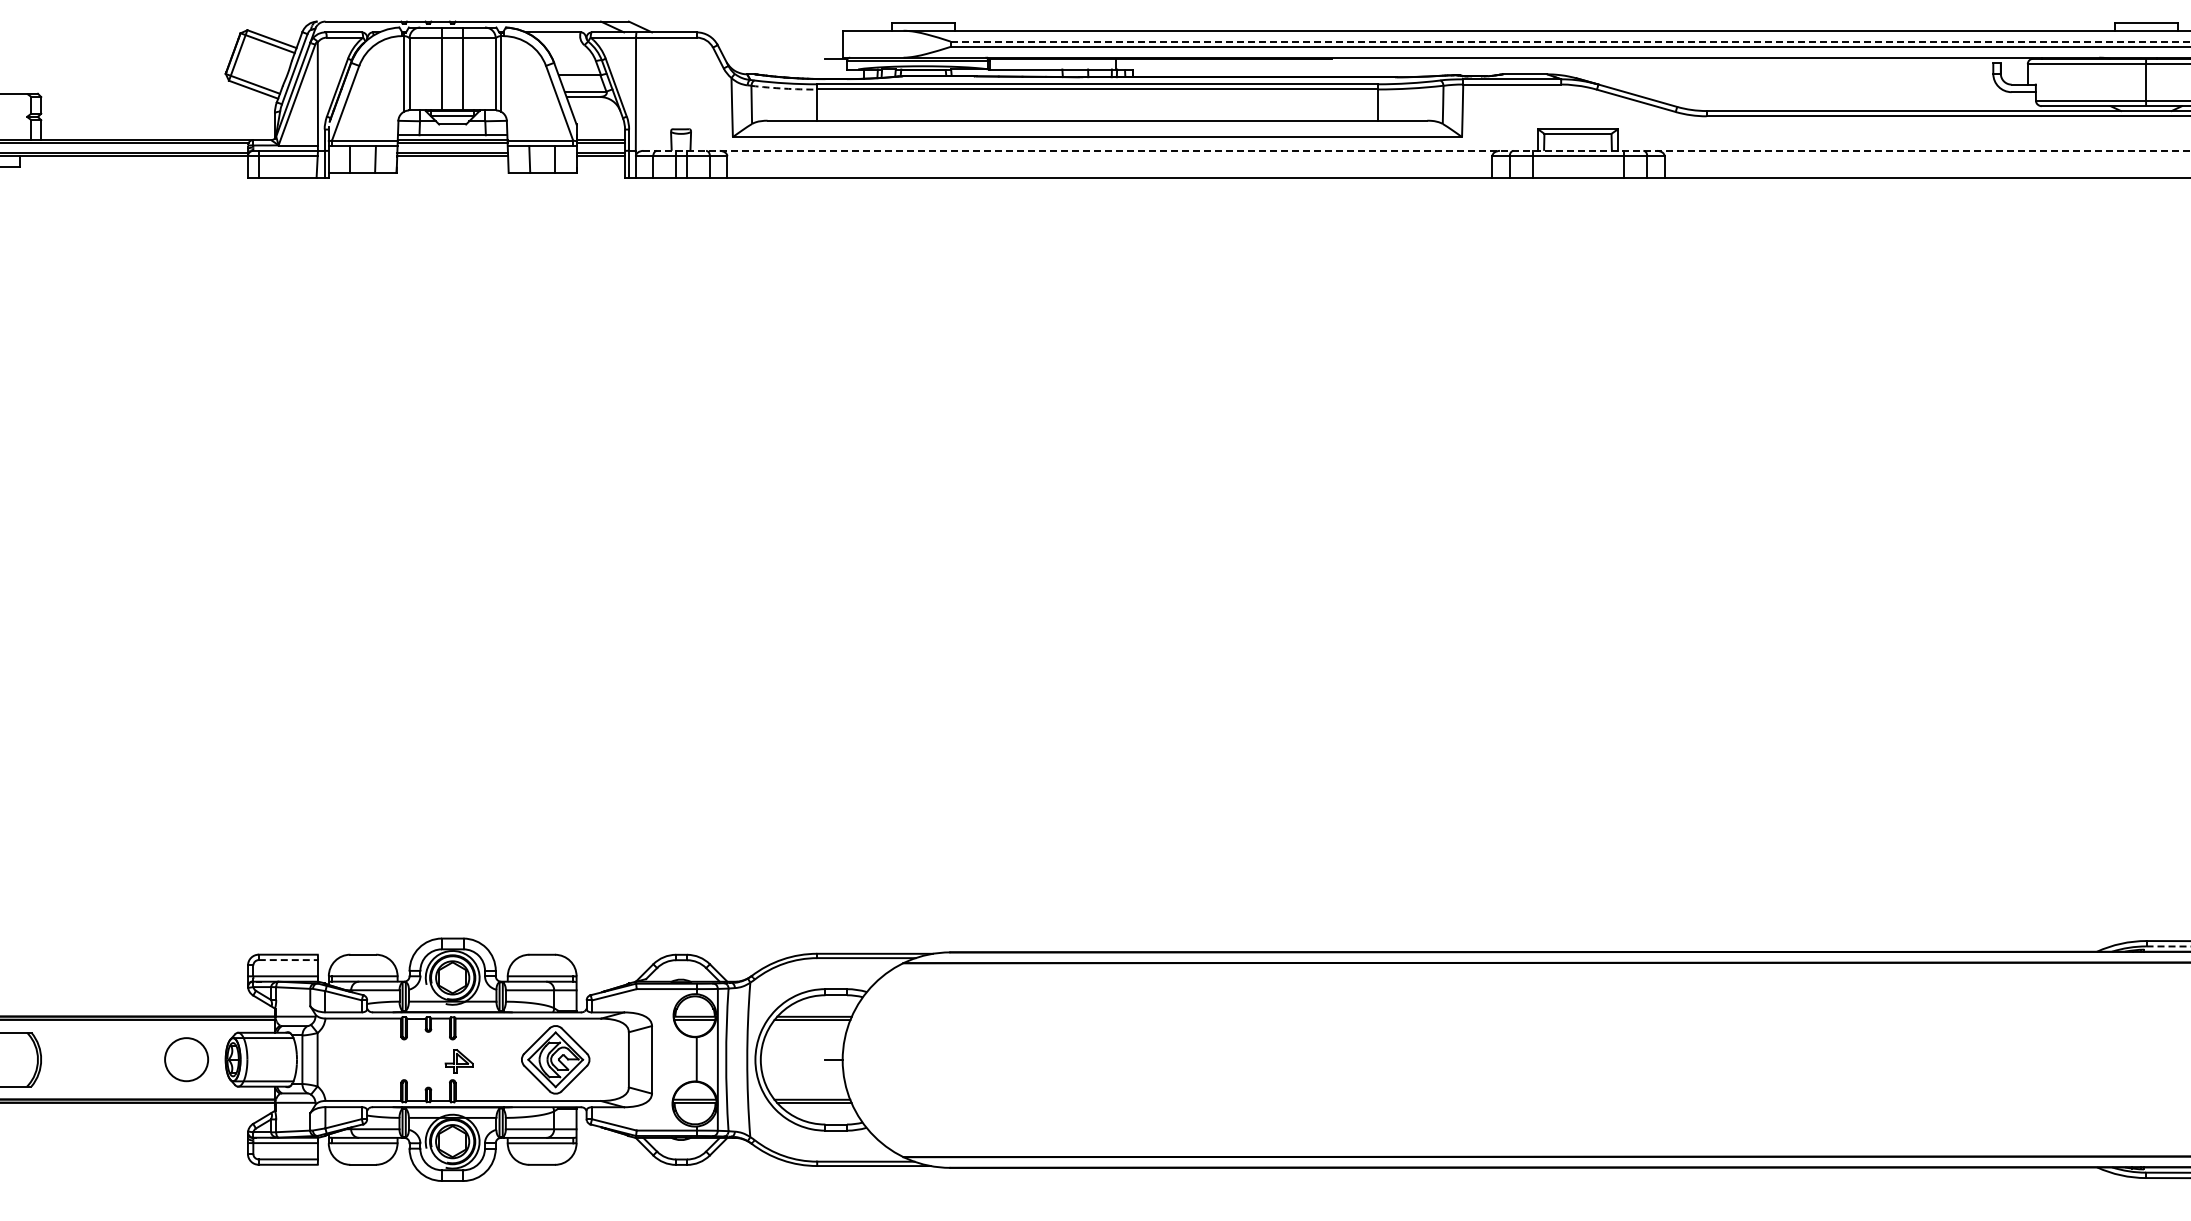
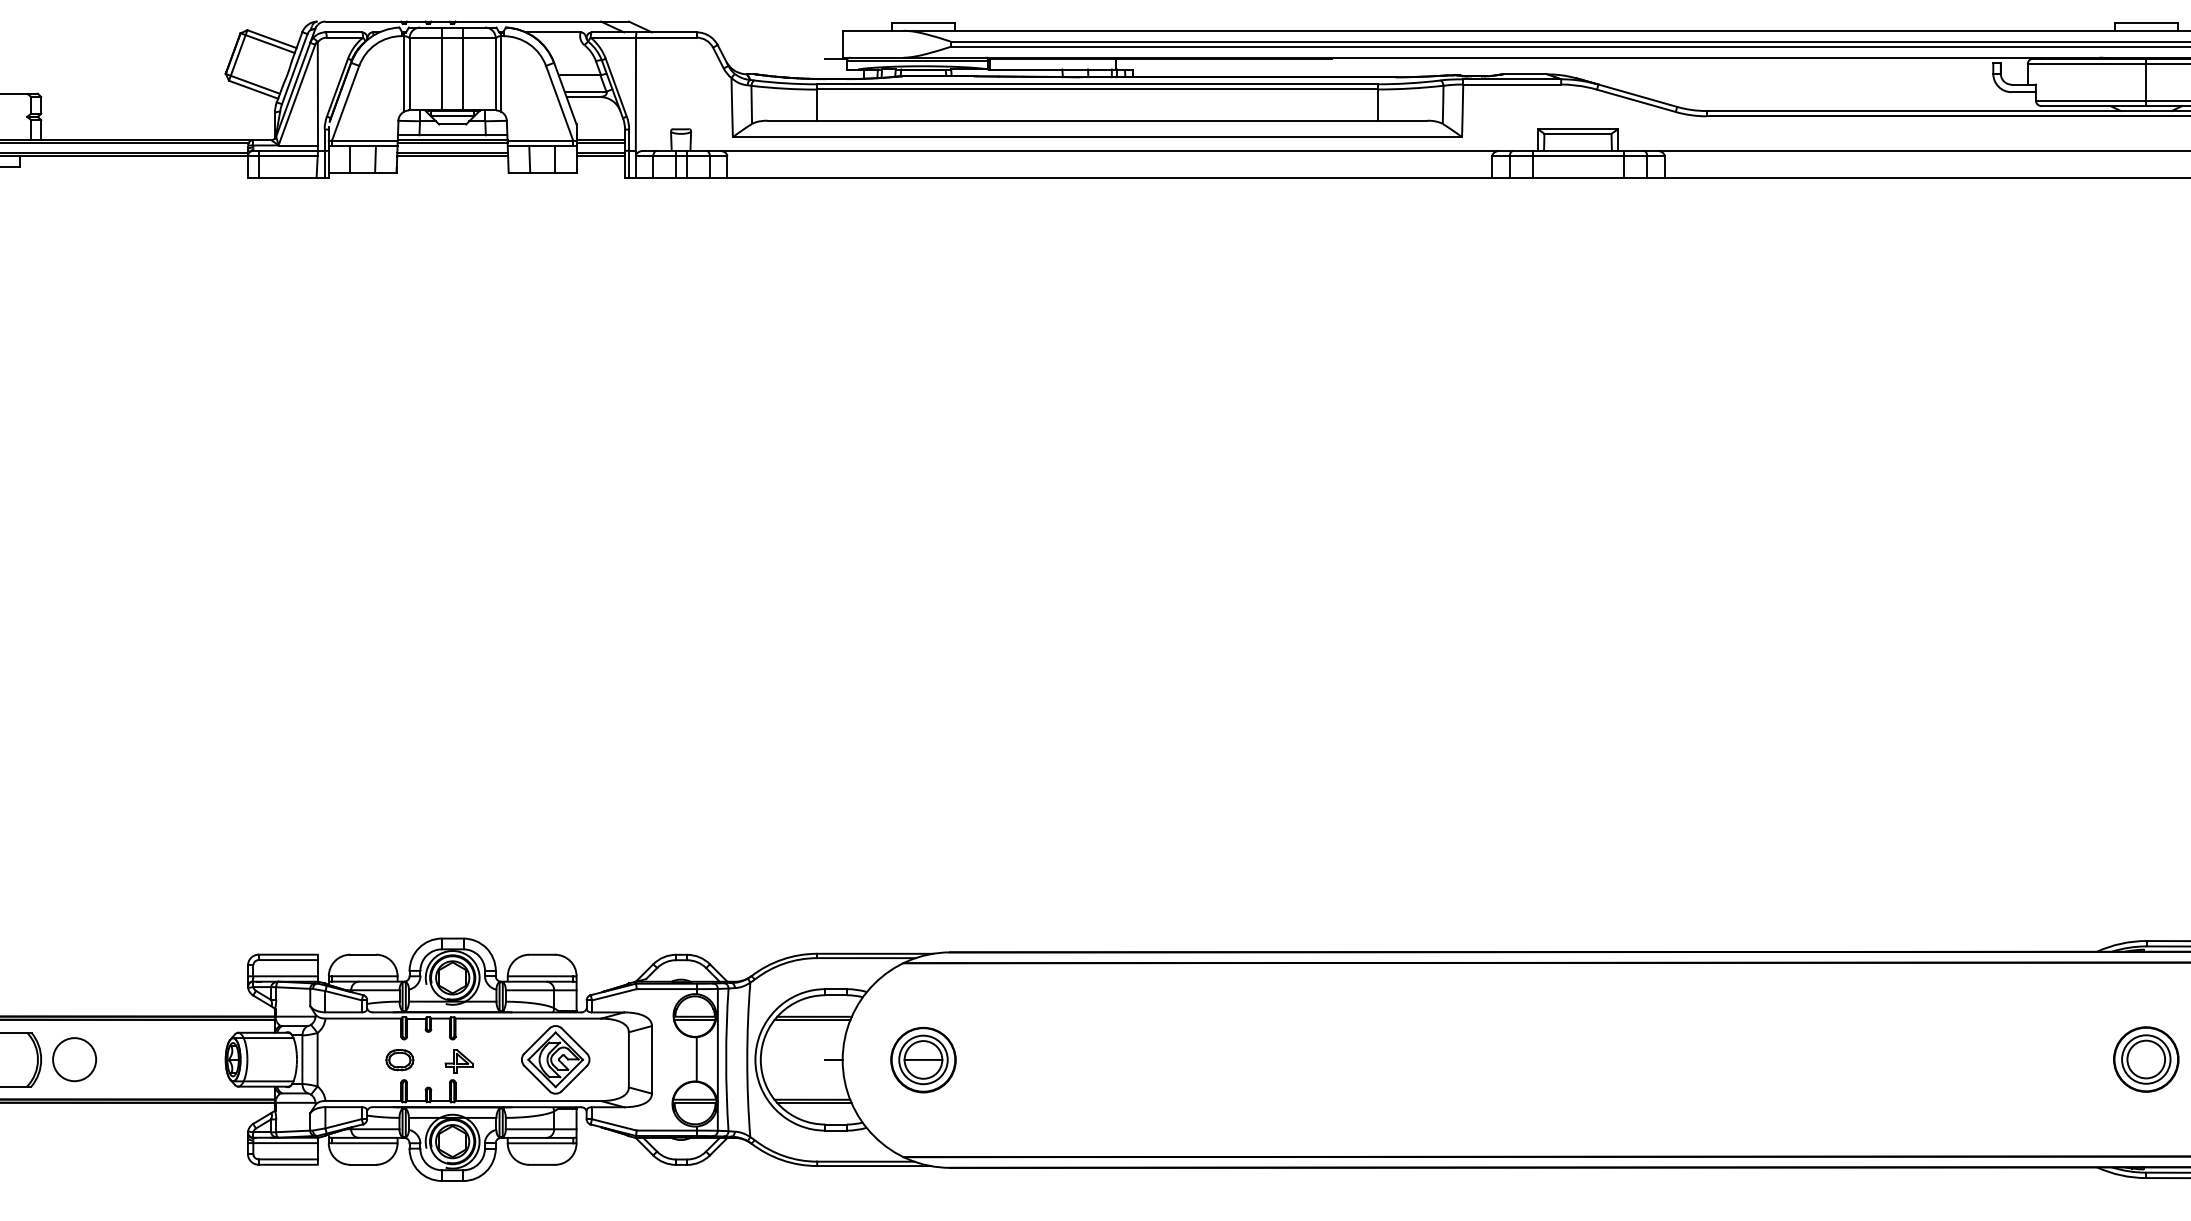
line at (1570, 41): dashed -> solid
arc at (784, 88): dashed -> solid
line at (1417, 150): dashed -> solid
line at (2168, 946): dashed -> solid
line at (288, 960): dashed -> solid
circle at (186, 1059) position: (186, 1059) -> (74, 1059)
part at (923, 1059): none -> present
part at (2146, 1059): none -> present
part at (399, 1060): none -> present
